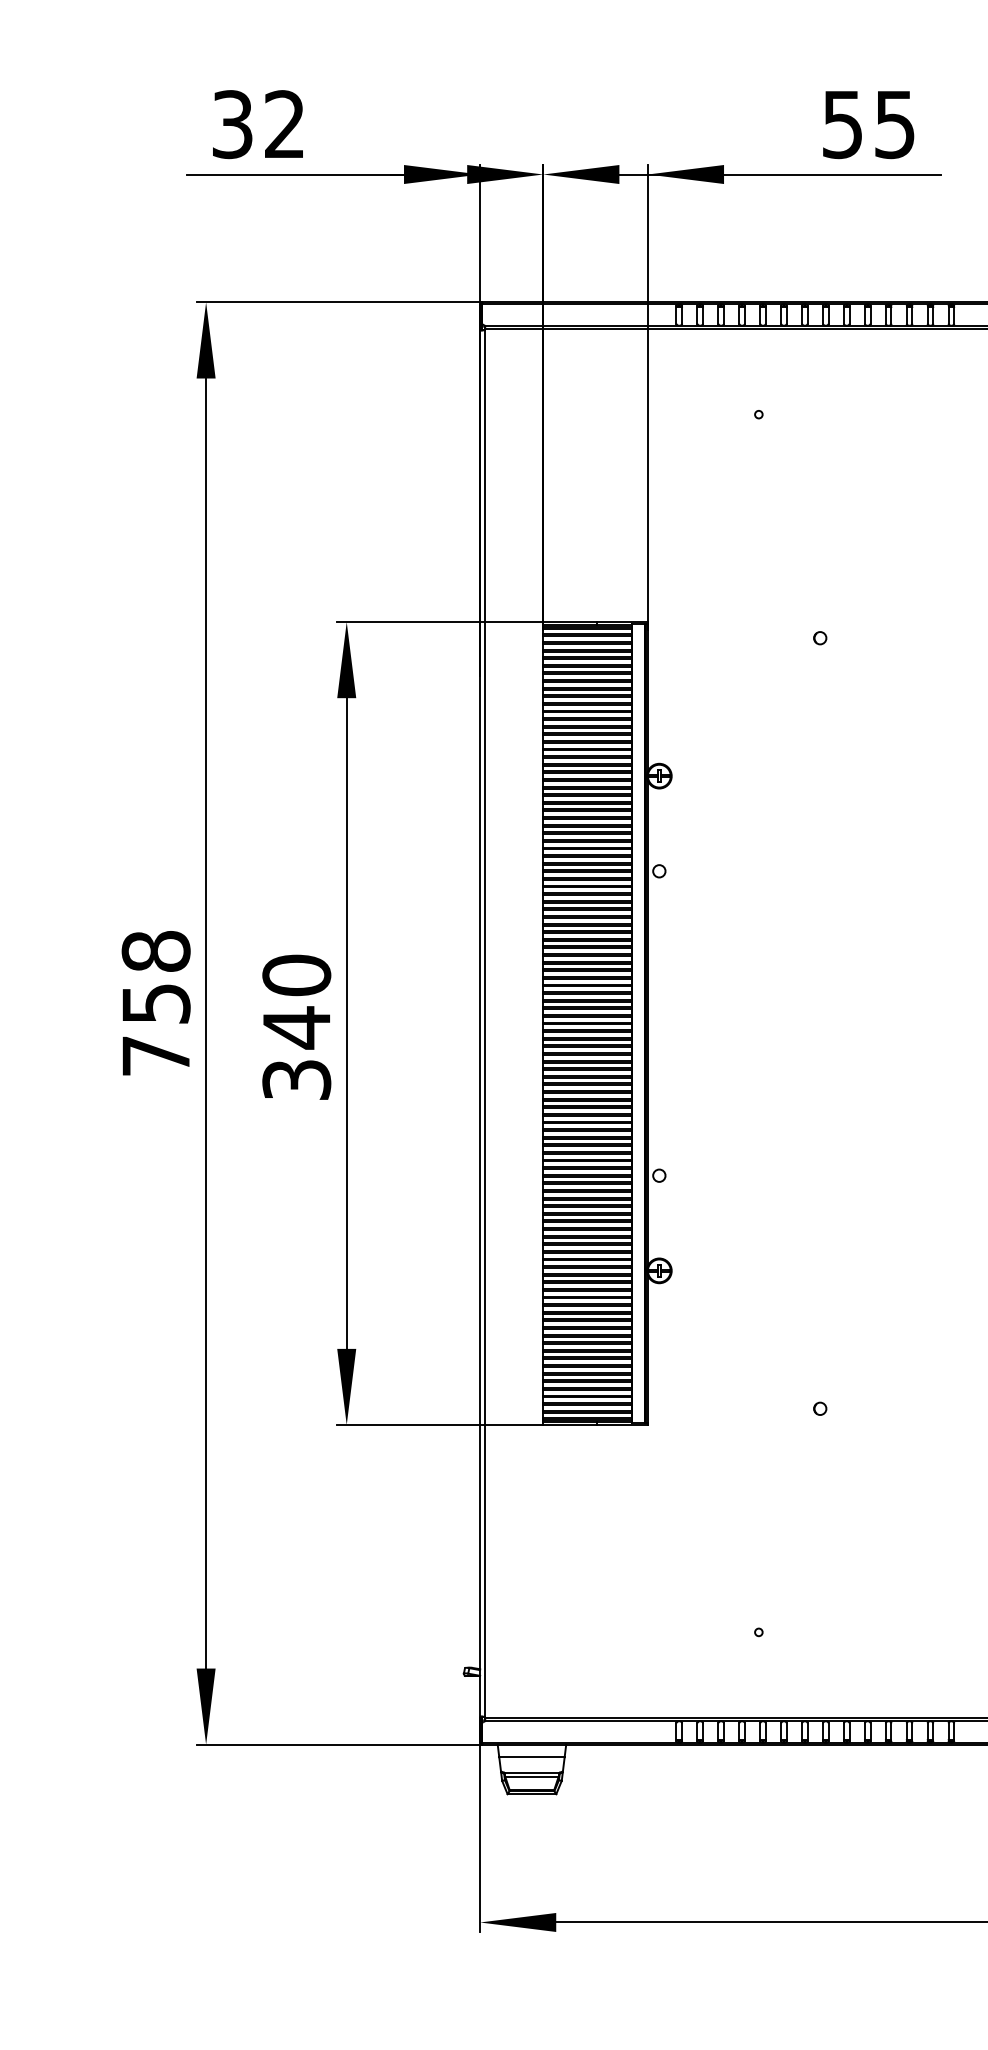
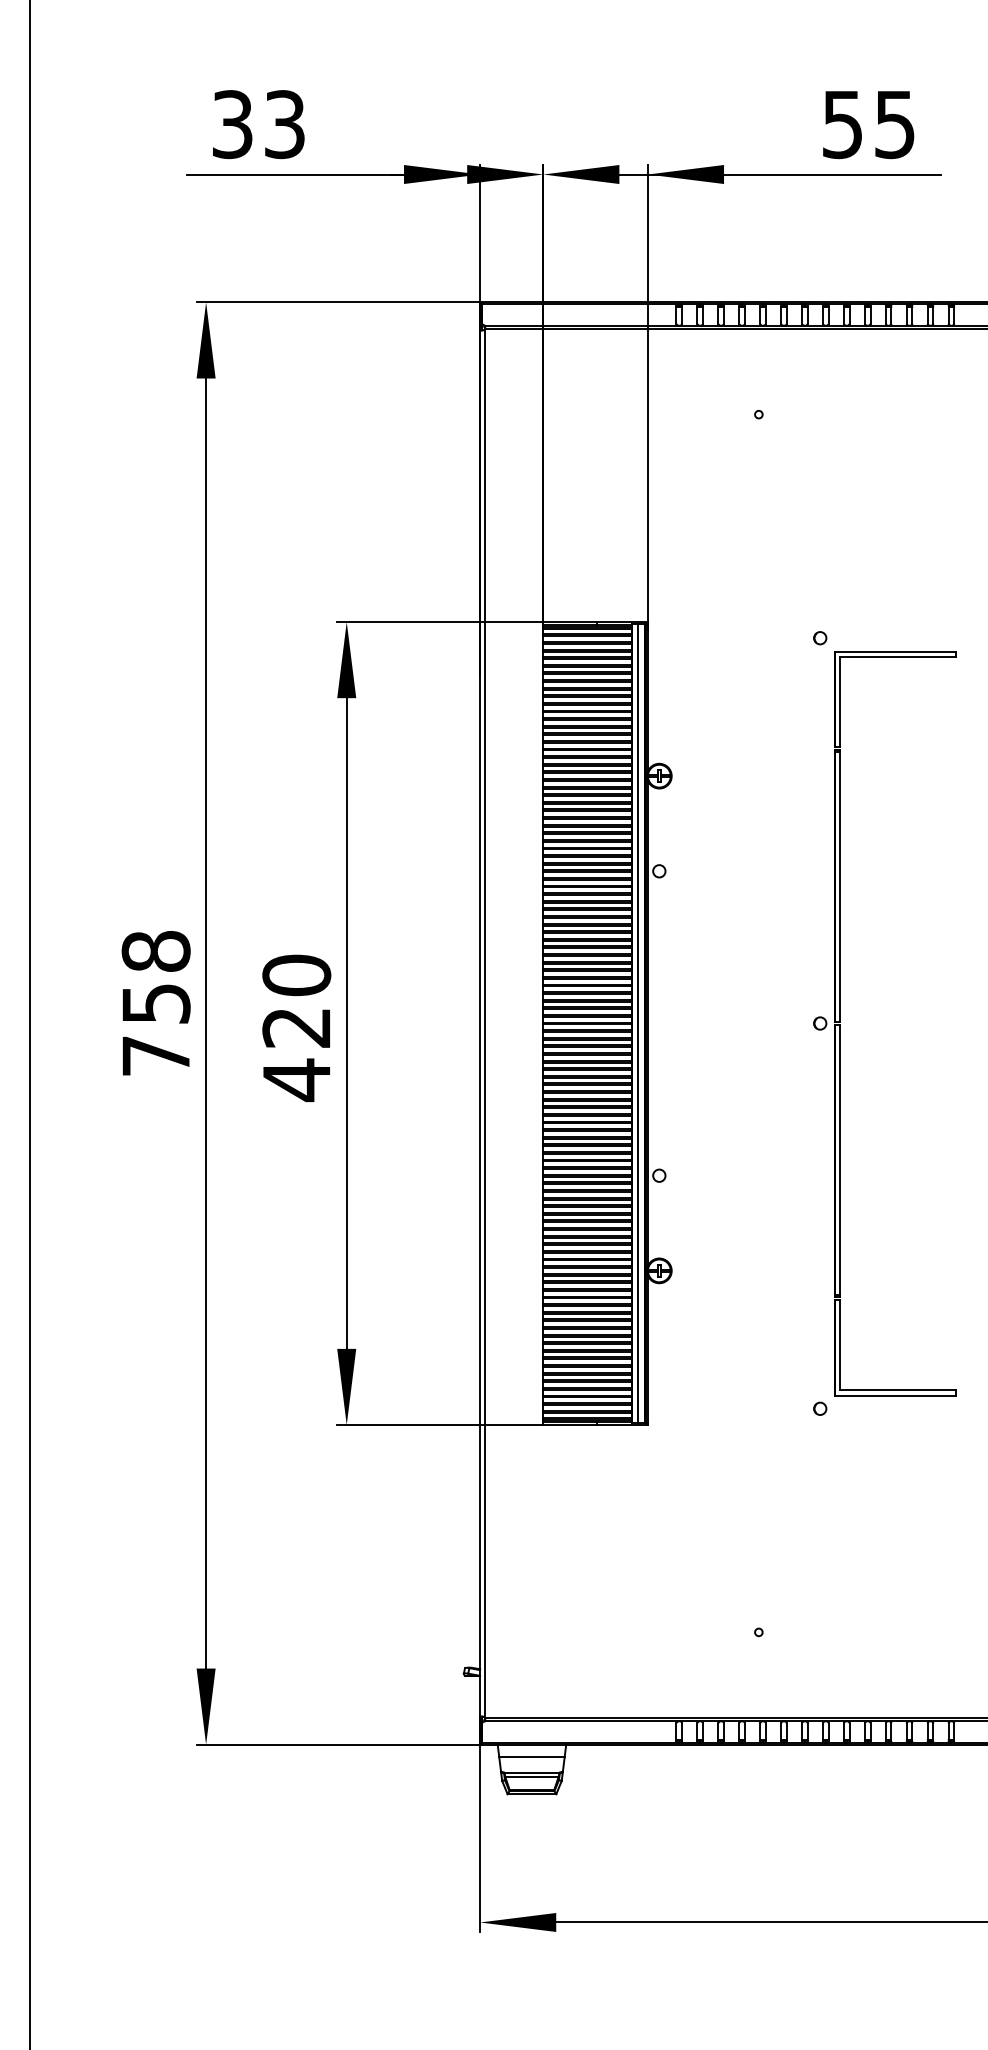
text at (284, 124): 32 -> 33
part at (840, 1022): none -> present
line at (638, 1023): none -> present
line at (29, 1024): none -> present
text at (296, 1054): 340 -> 420
